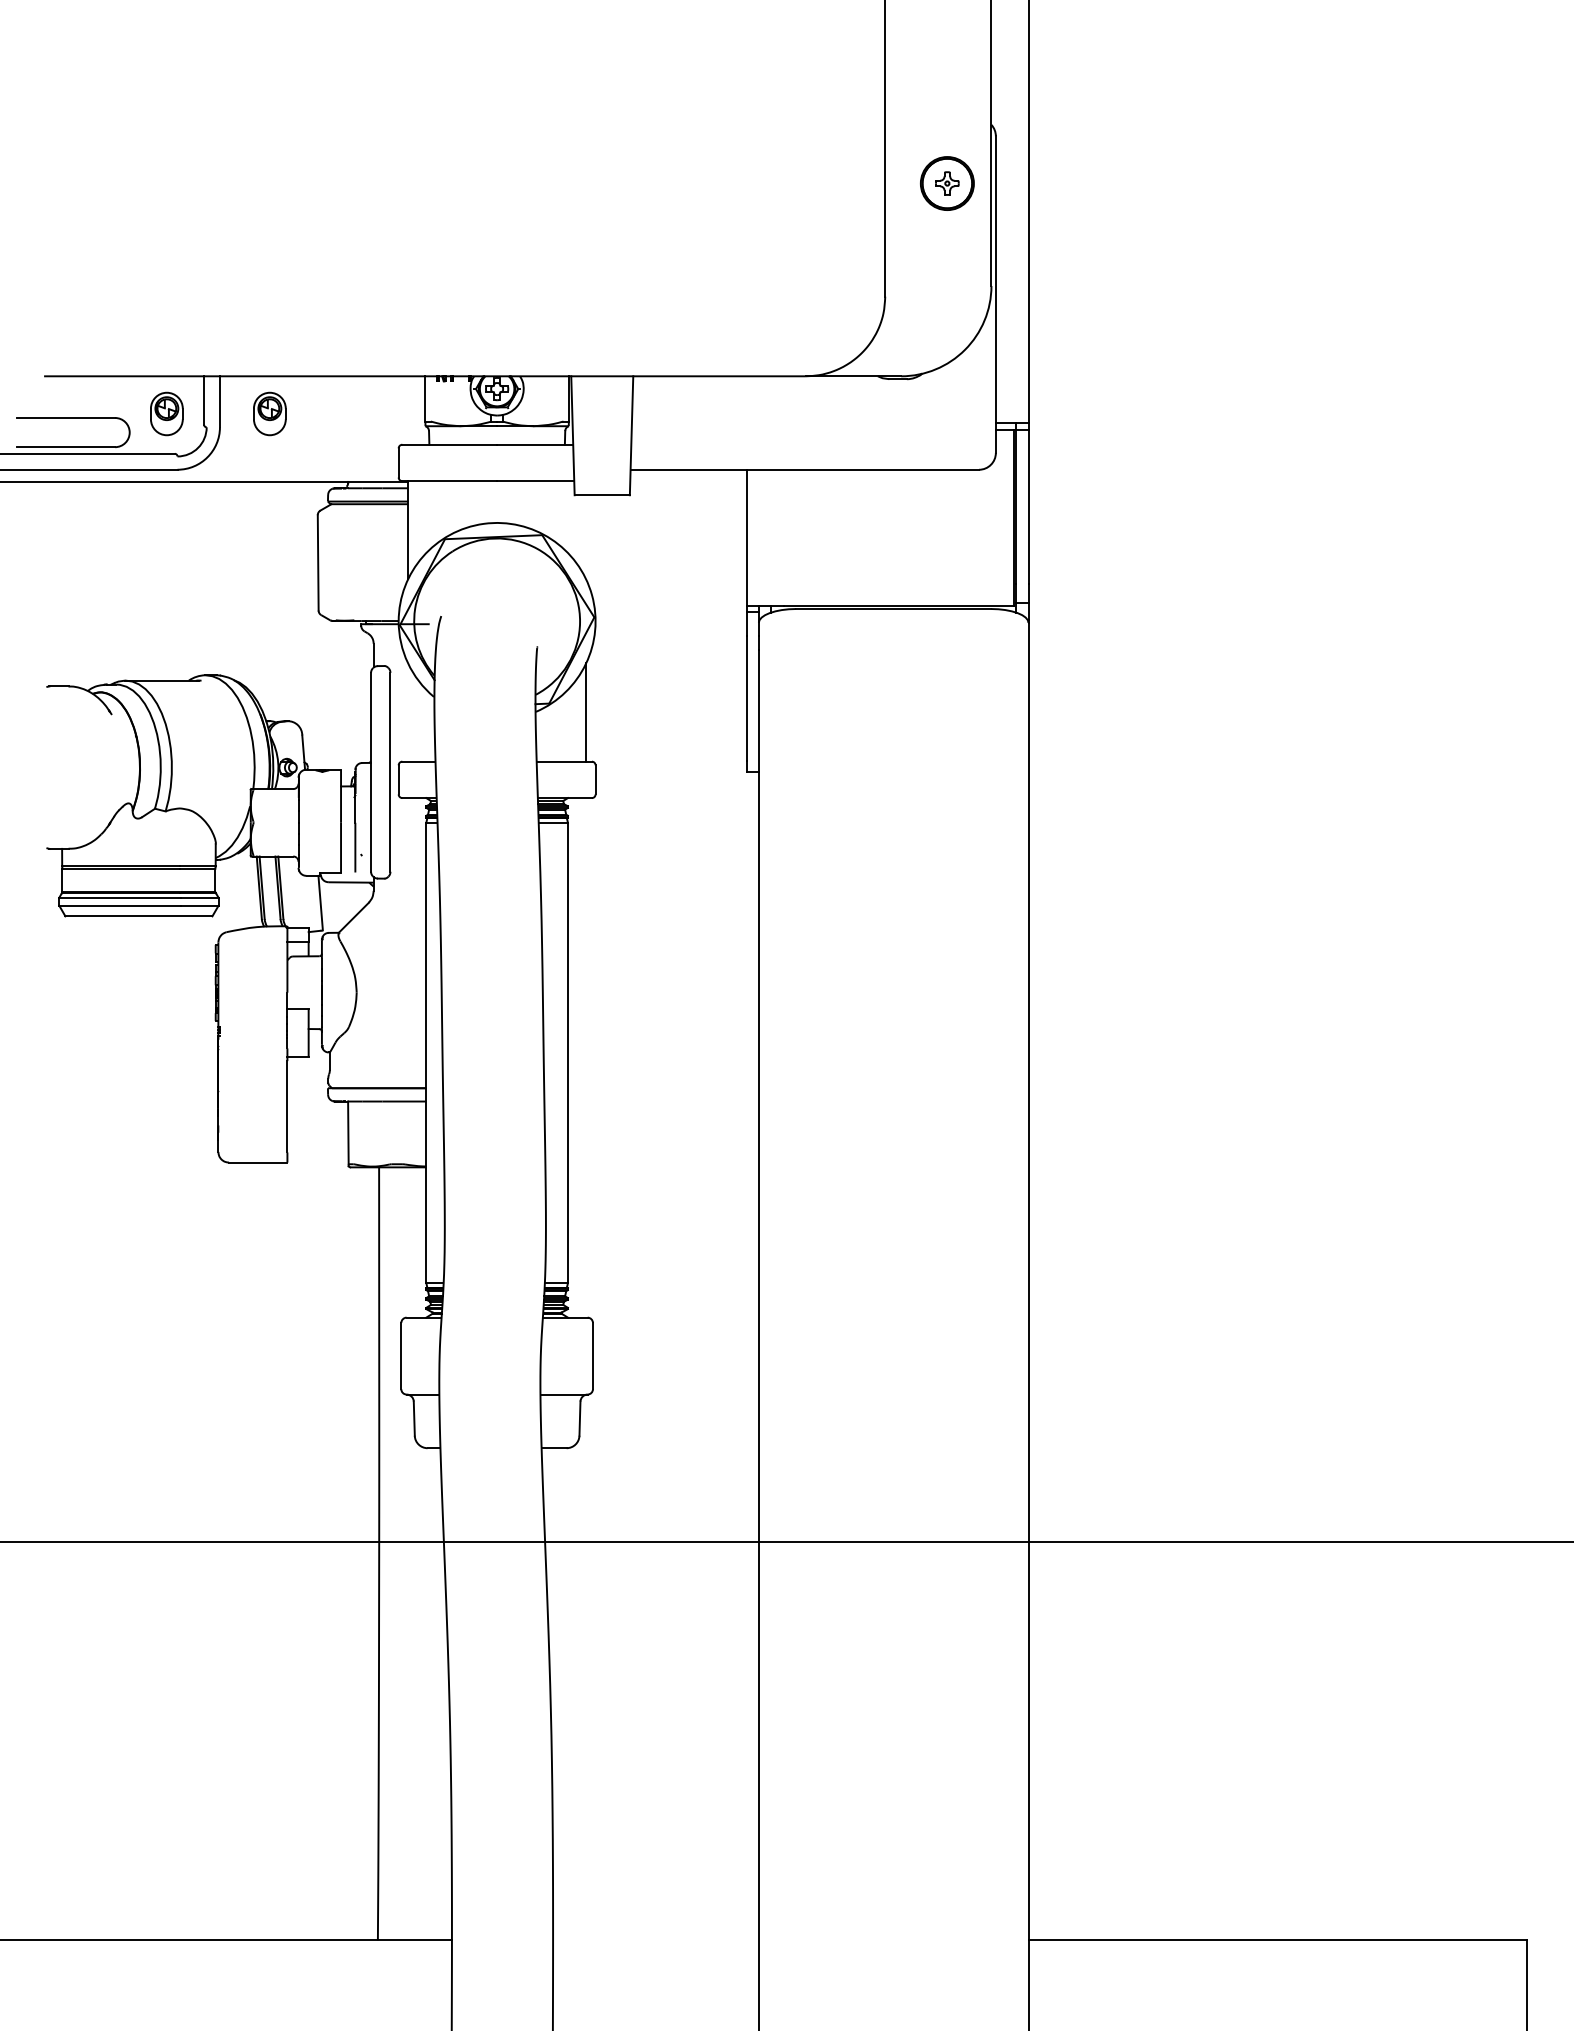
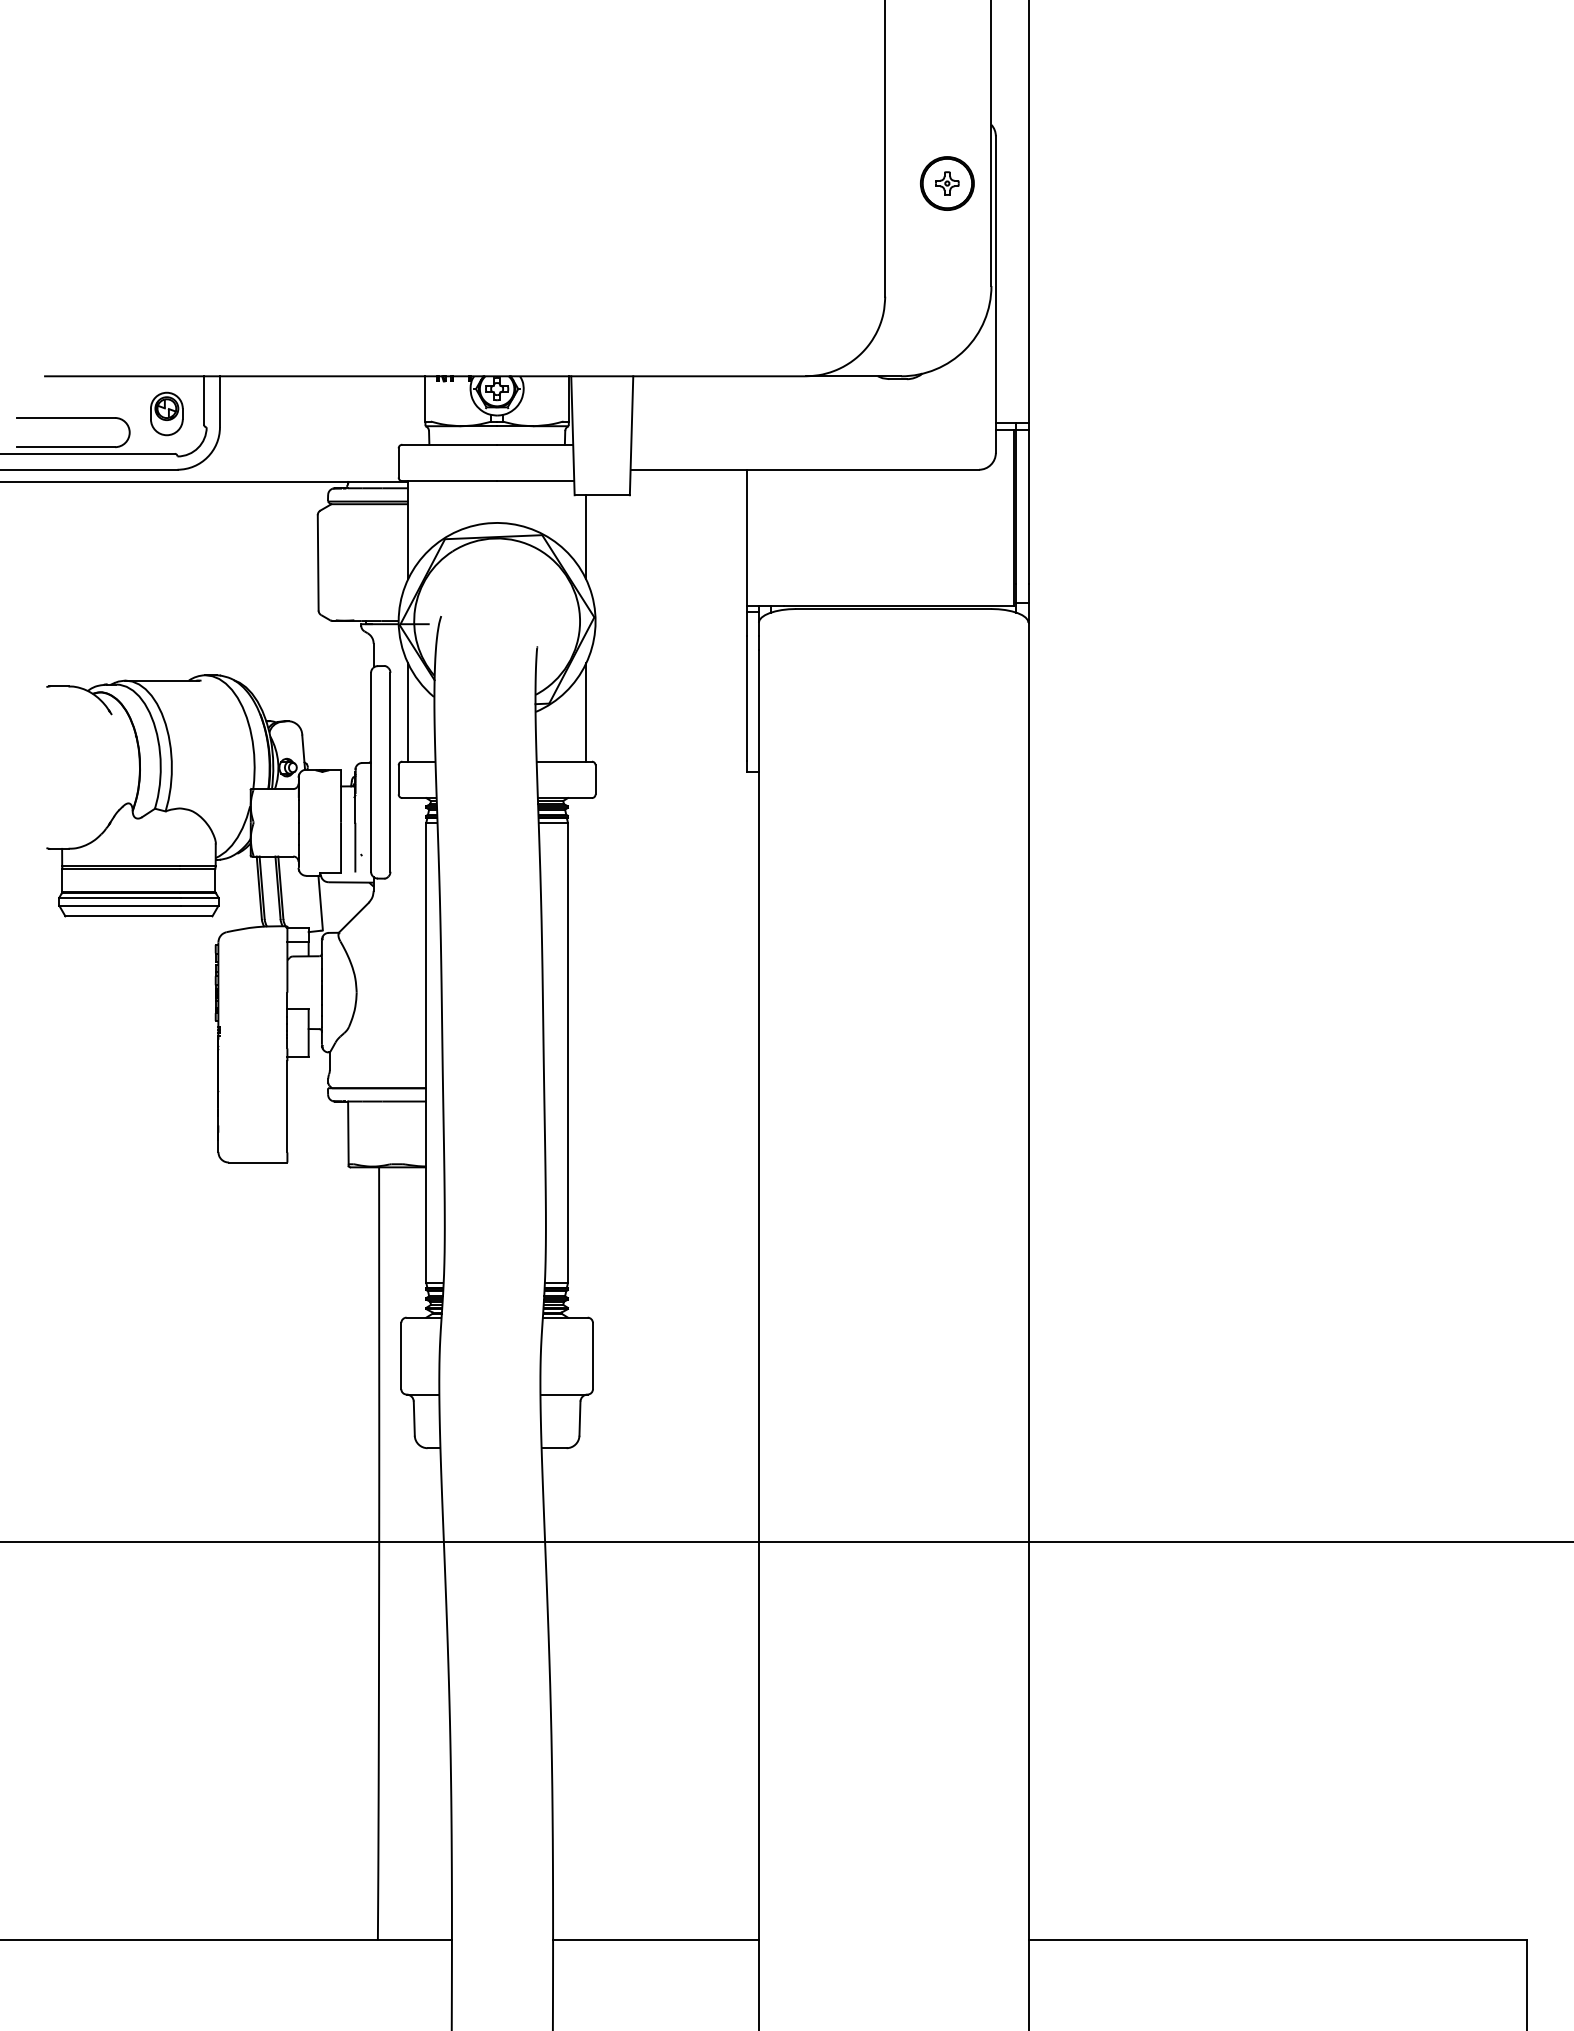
part at (269, 413): present -> none
line at (586, 537): none -> present
line at (408, 712): none -> present
line at (655, 1940): none -> present
